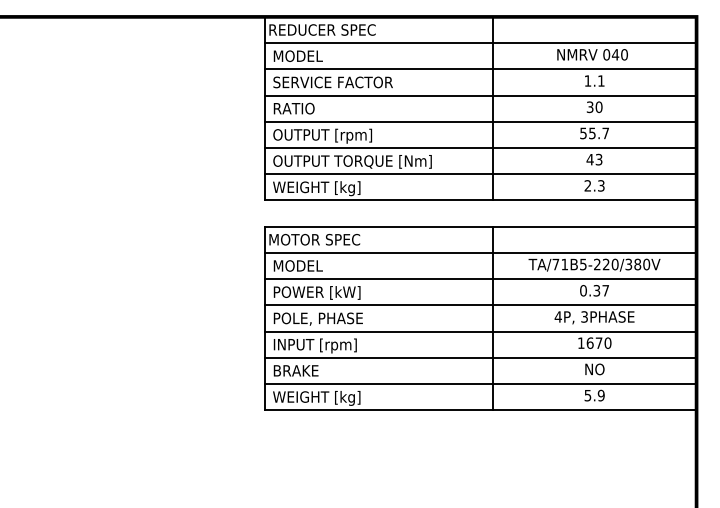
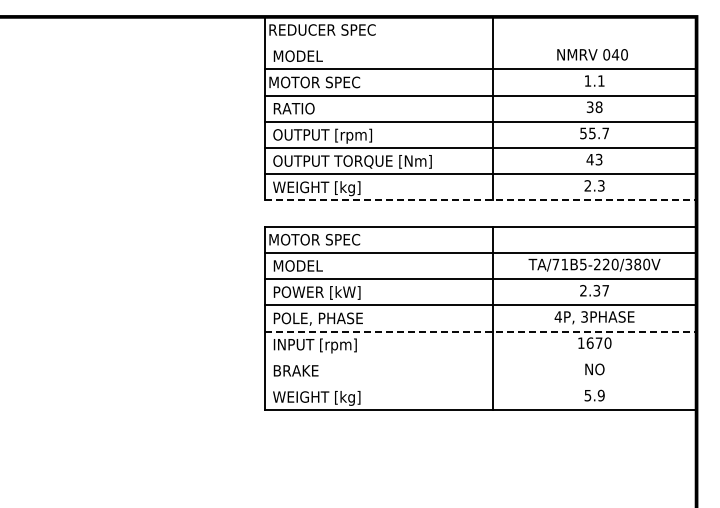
line at (480, 43): present -> none
text at (330, 82): SERVICE FACTOR -> MOTOR SPEC
text at (598, 106): 30 -> 38
line at (480, 200): solid -> dashed
text at (583, 290): 0.37 -> 2.37
line at (480, 331): solid -> dashed
line at (480, 357): present -> none
line at (480, 383): present -> none
